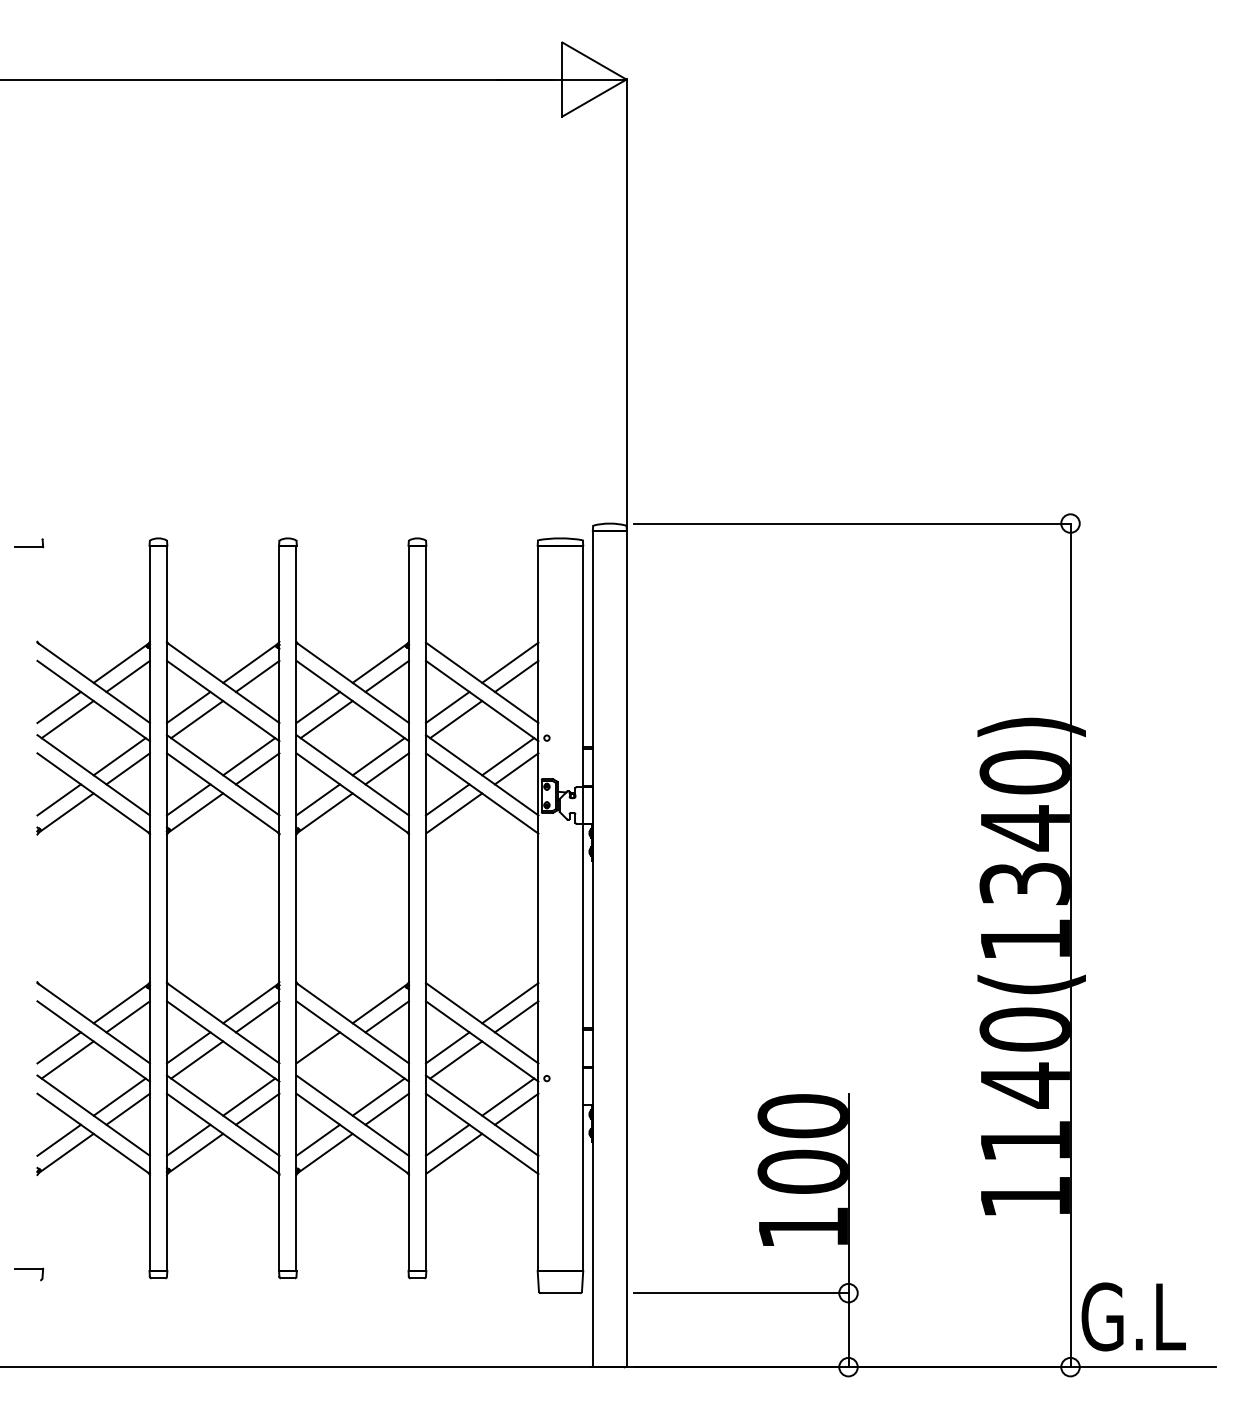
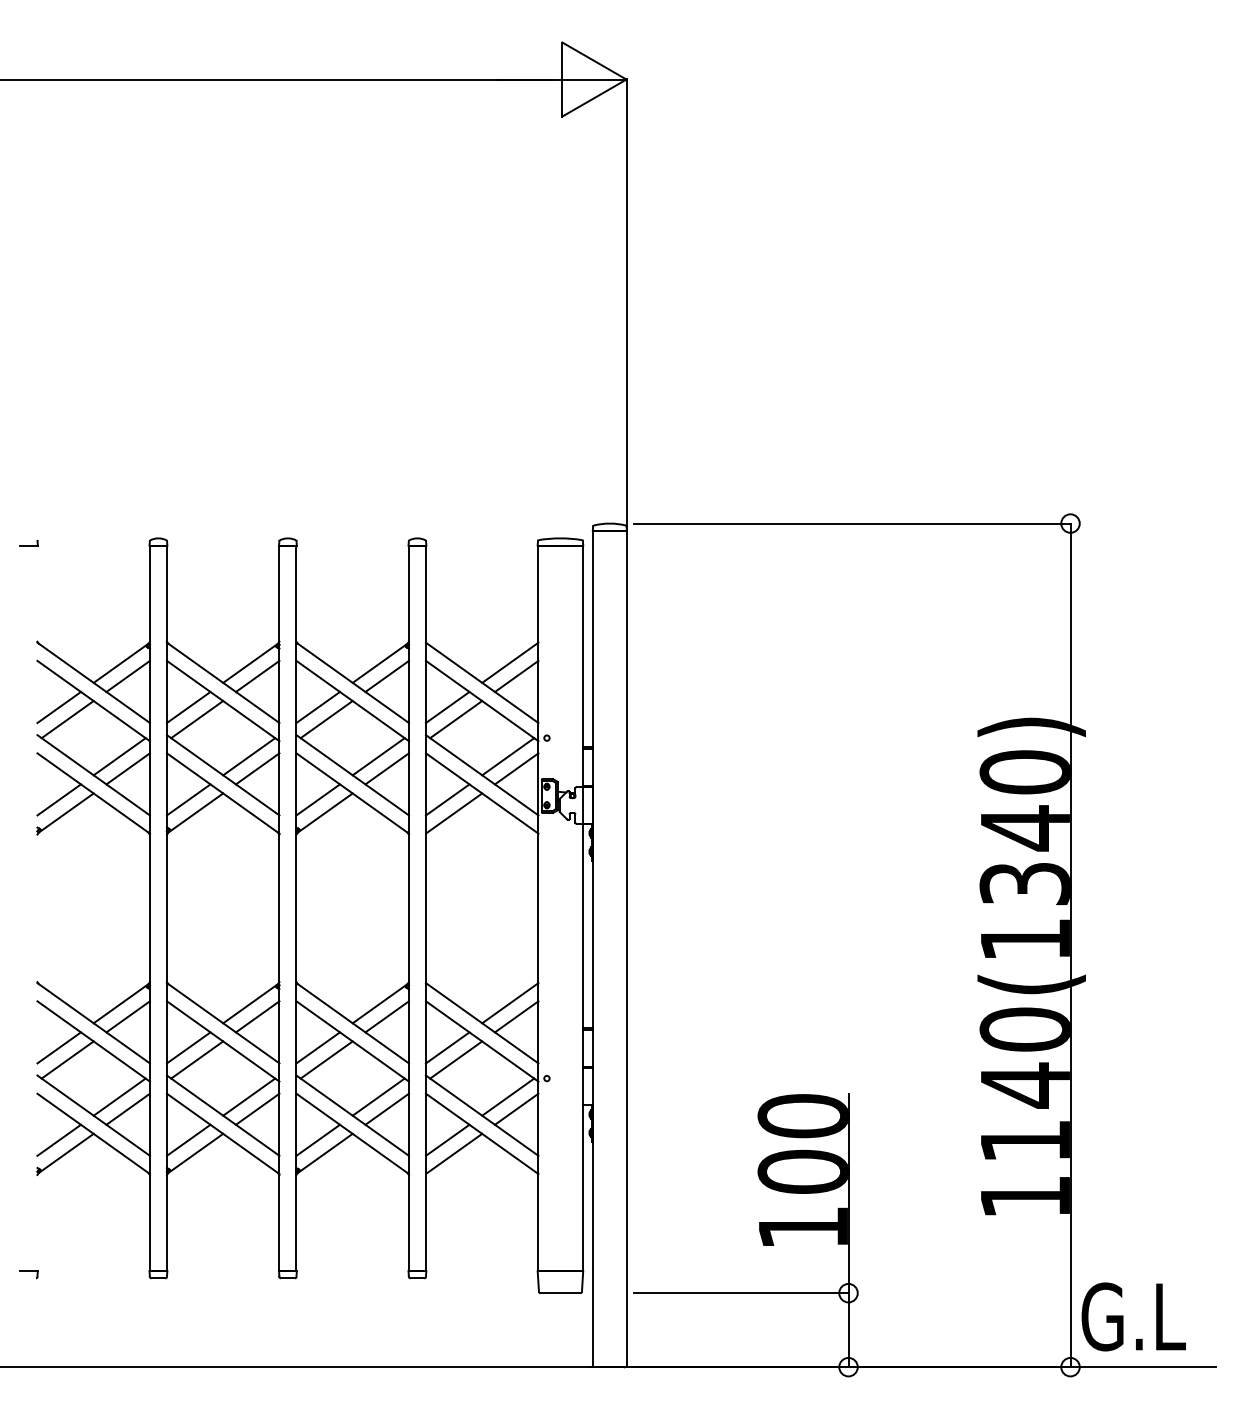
part at (29, 543) size: 31x11 px -> 20x8 px
line at (326, 1059): none -> present
part at (29, 1274) size: 31x15 px -> 20x10 px
